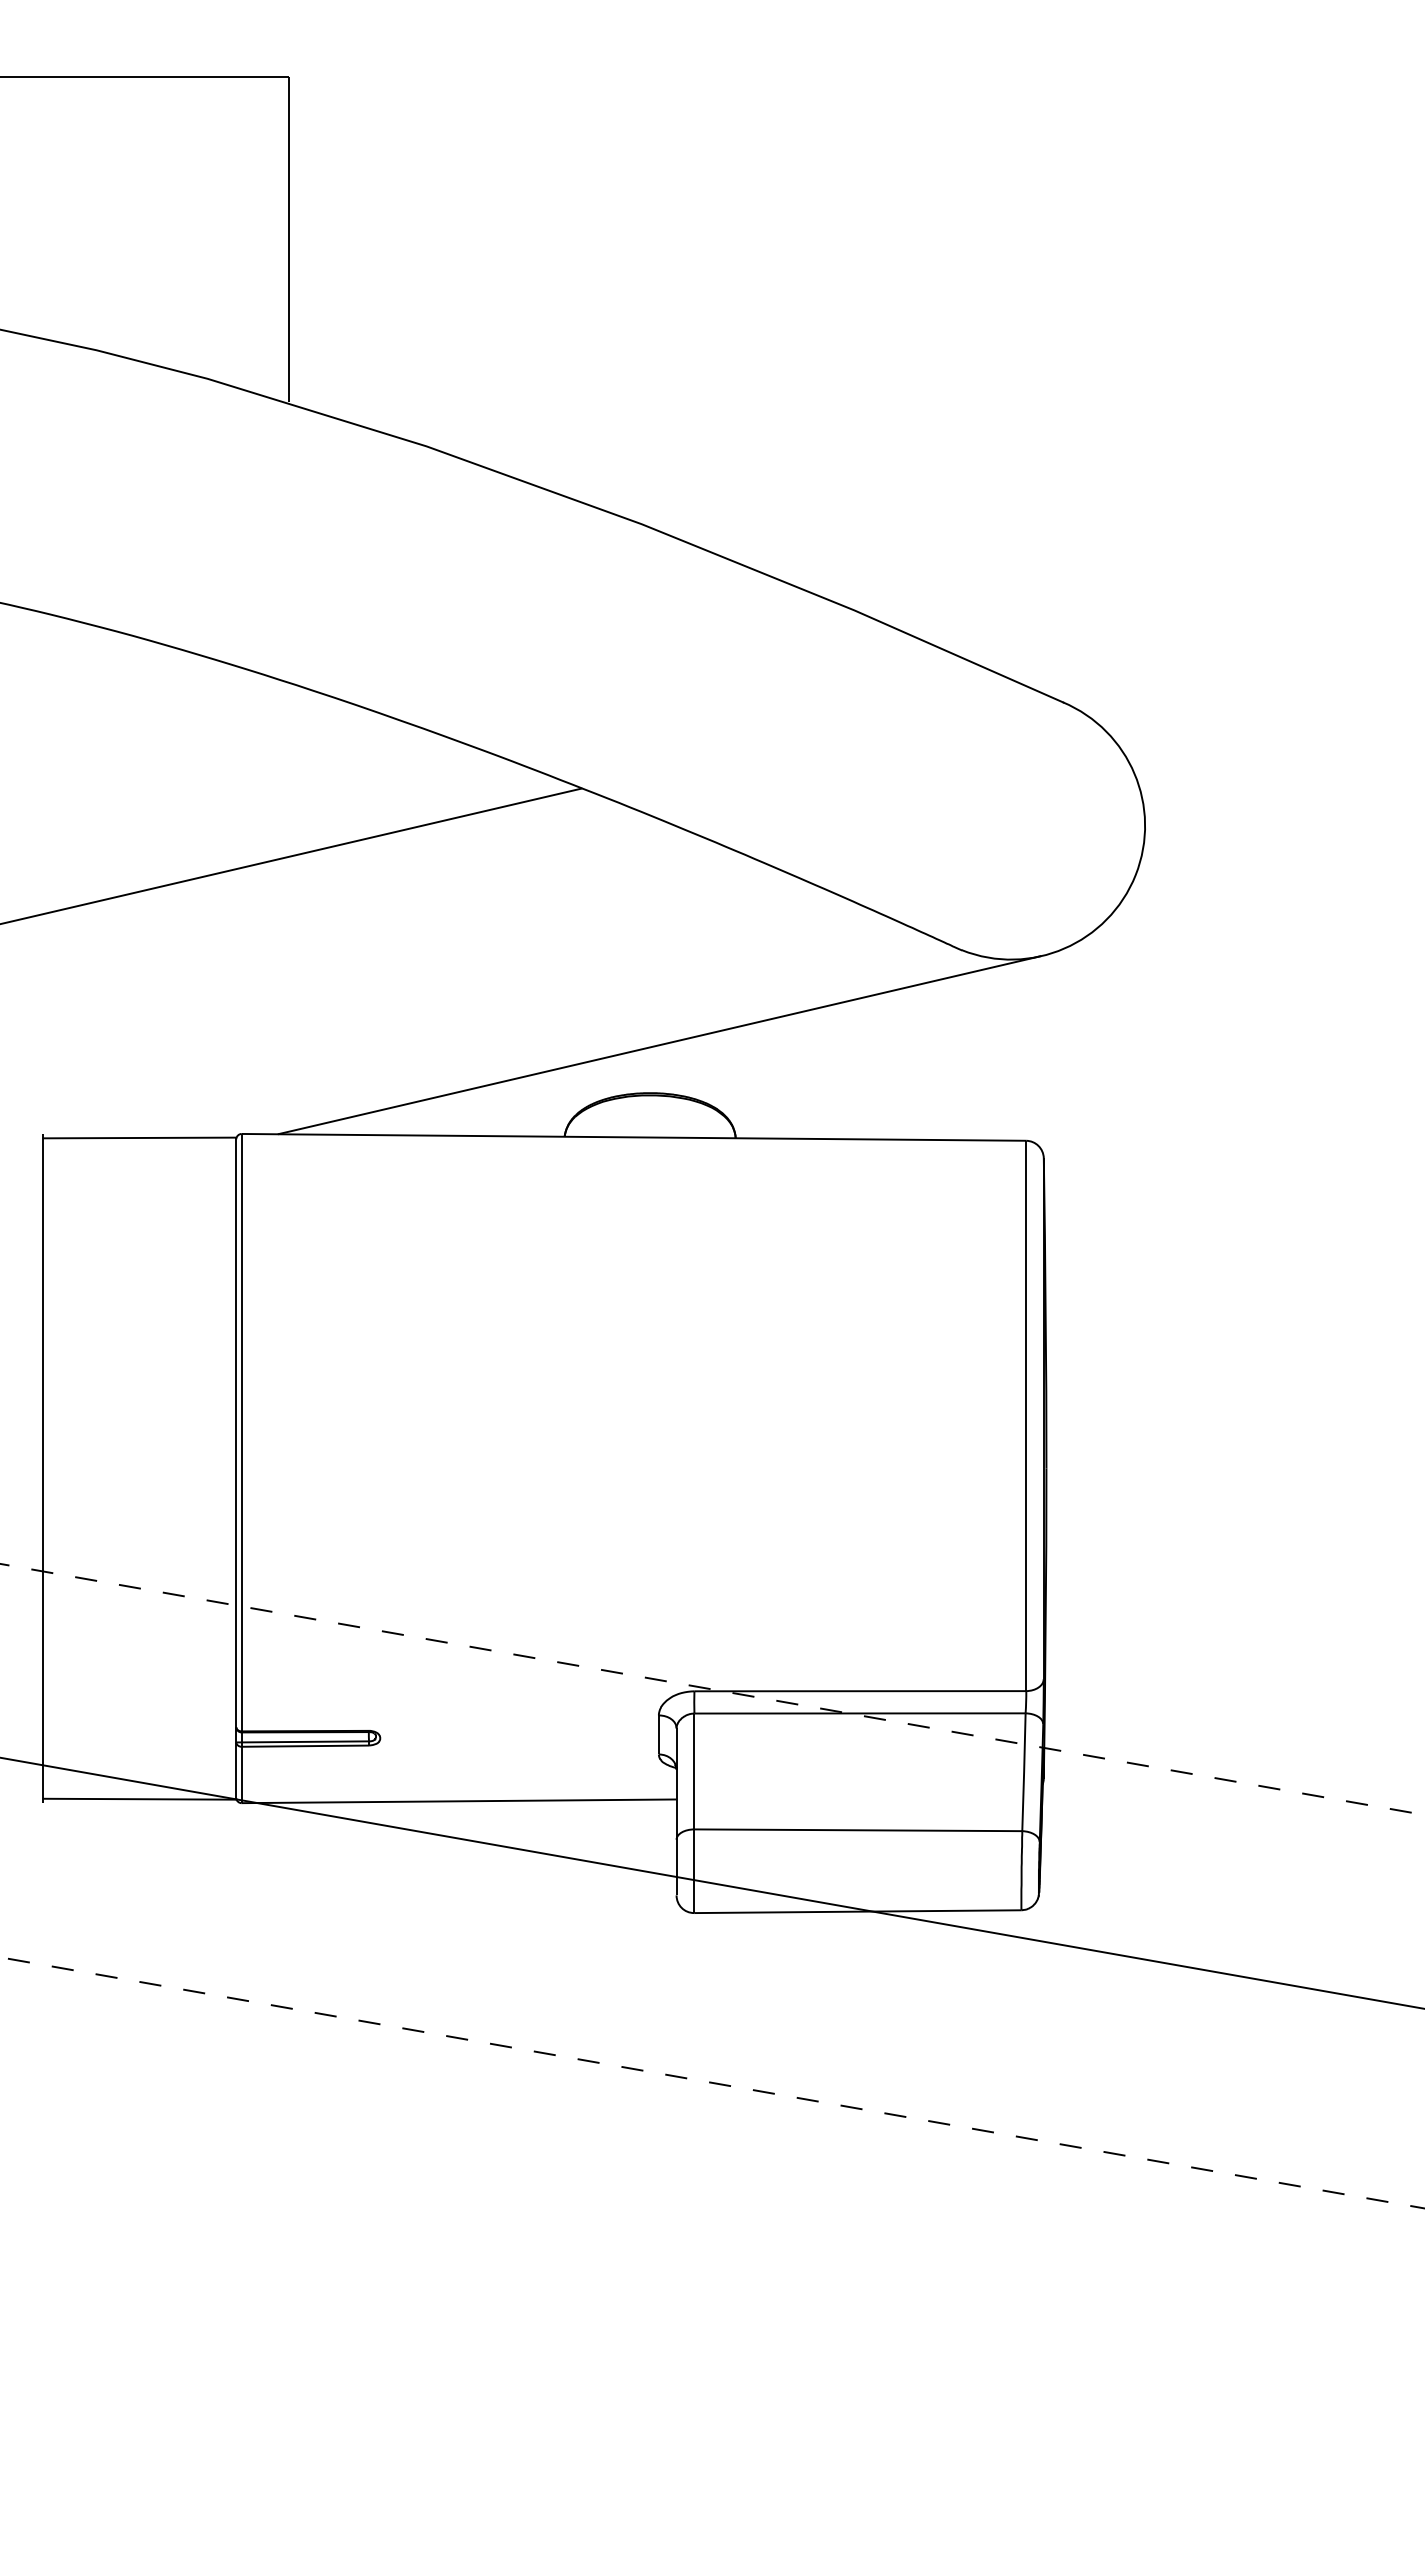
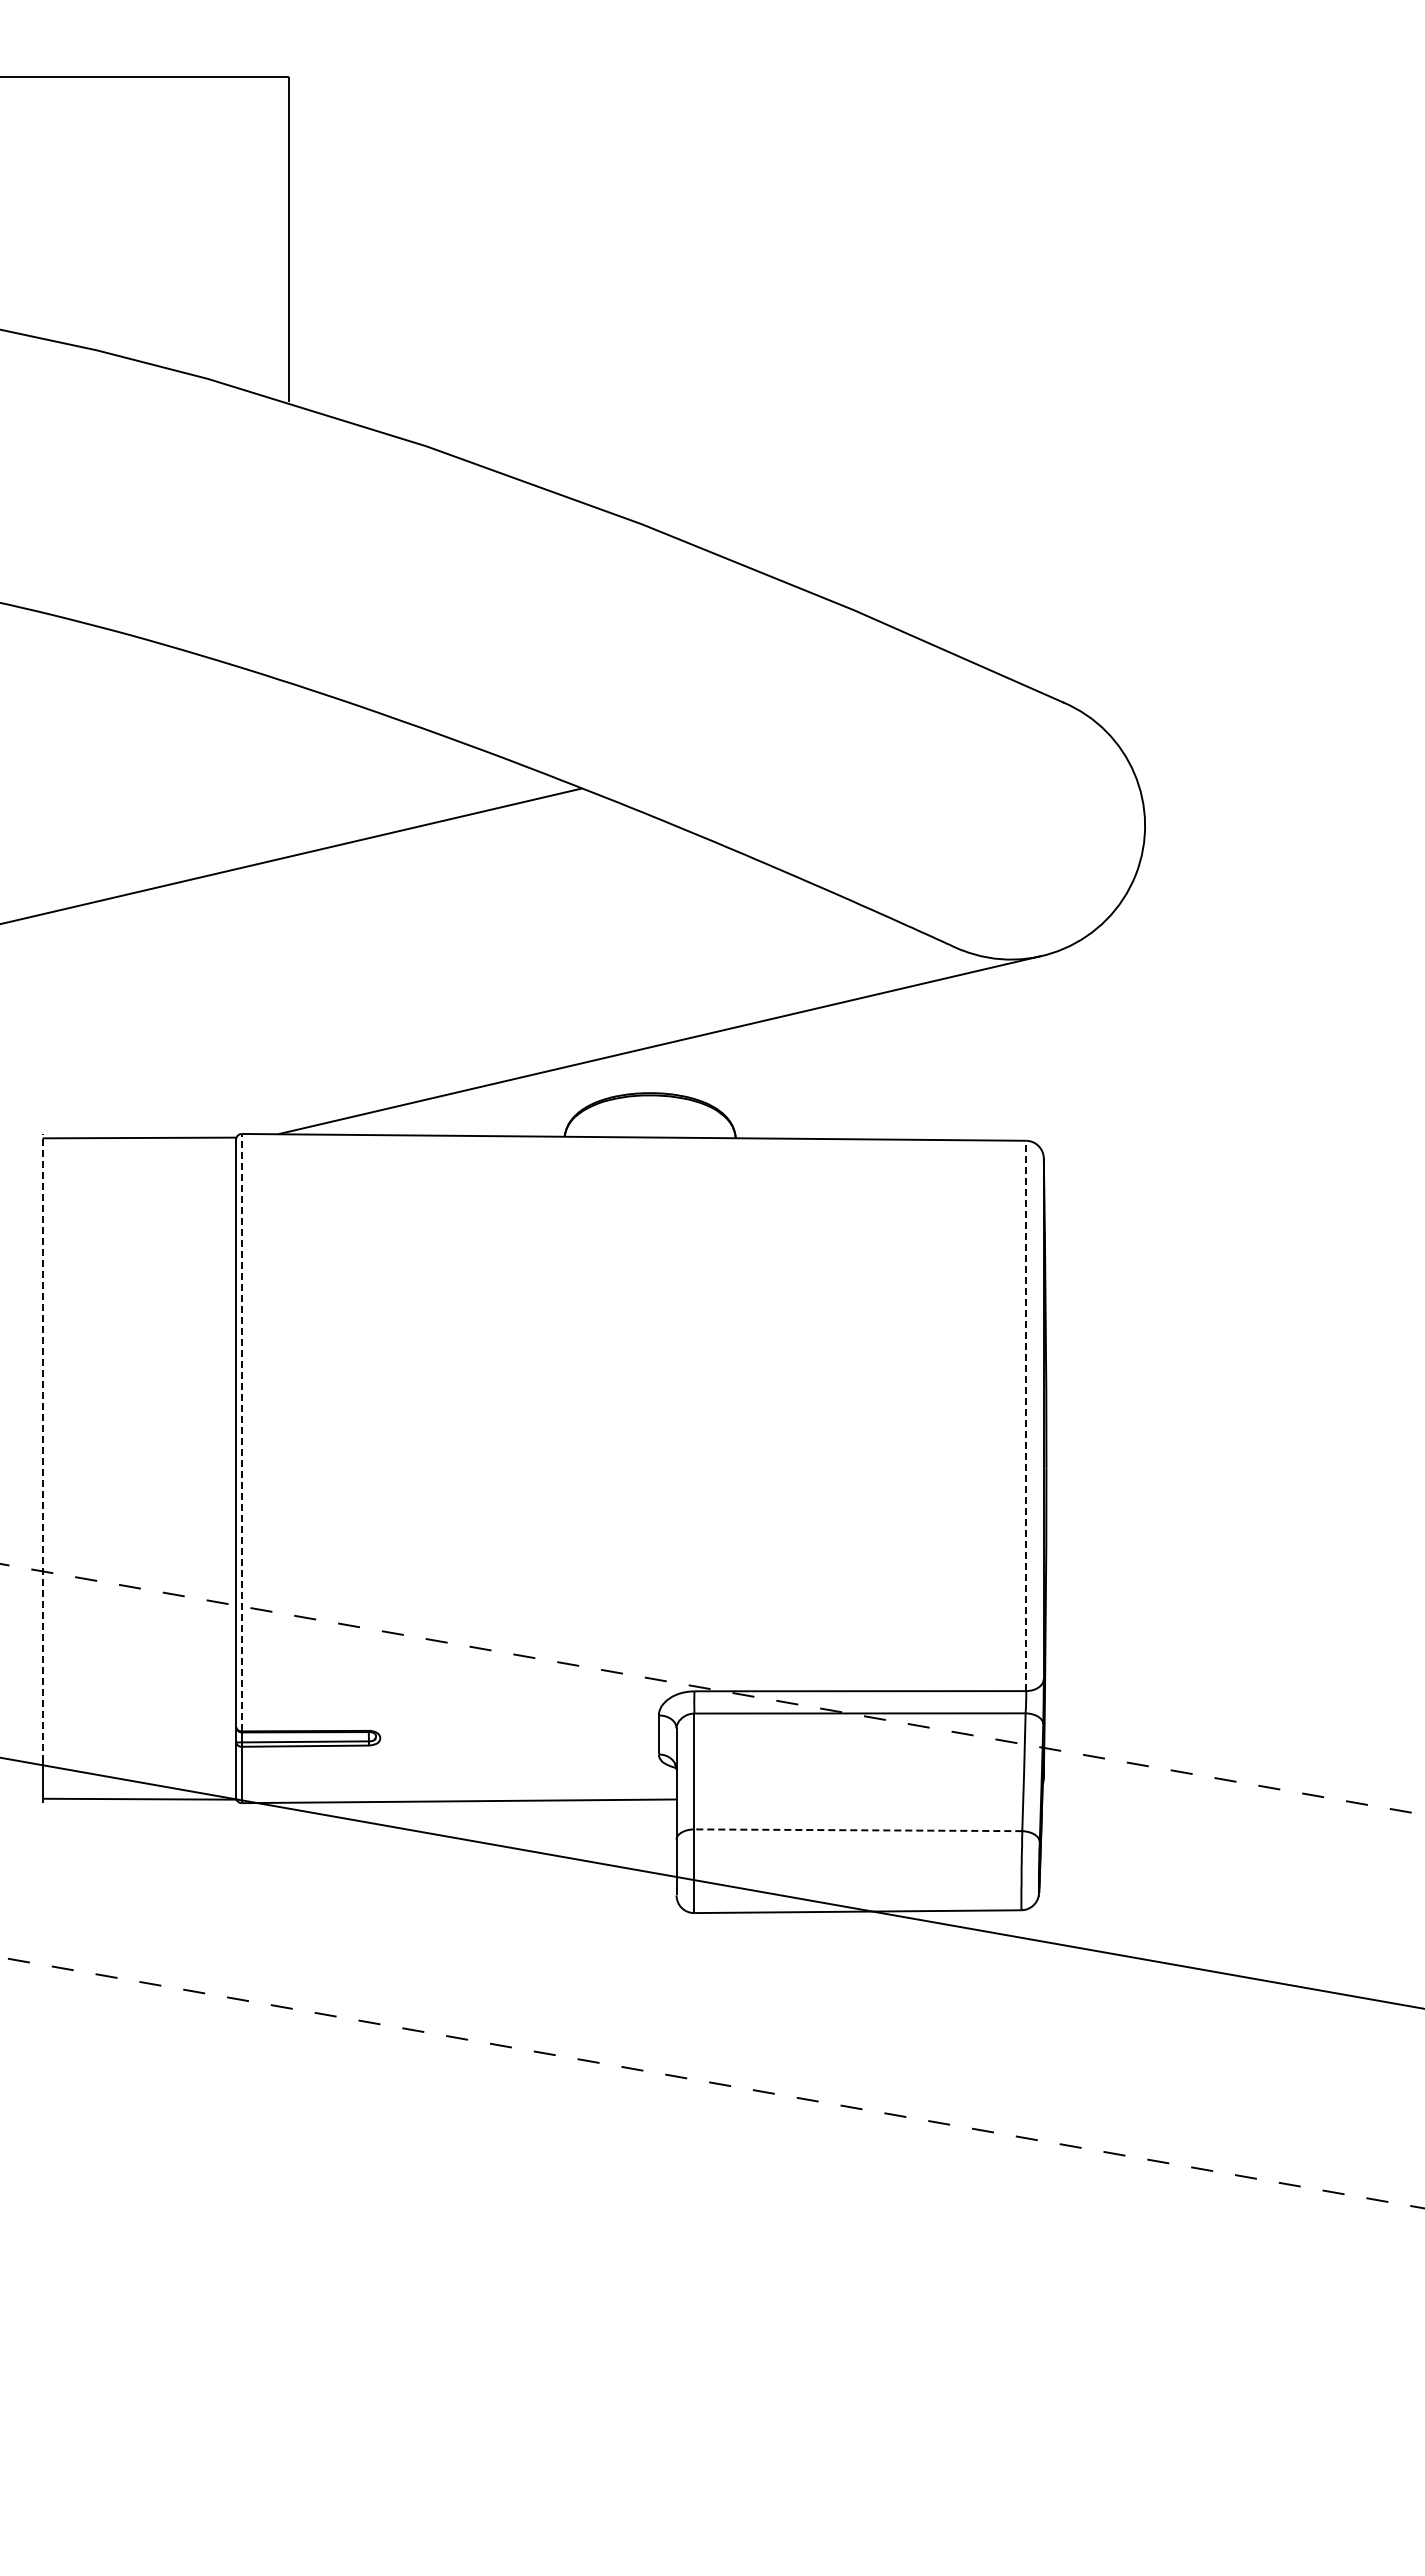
line at (1026, 1415): solid -> dashed
line at (241, 1432): solid -> dashed
line at (42, 1447): solid -> dashed
line at (858, 1830): solid -> dashed
